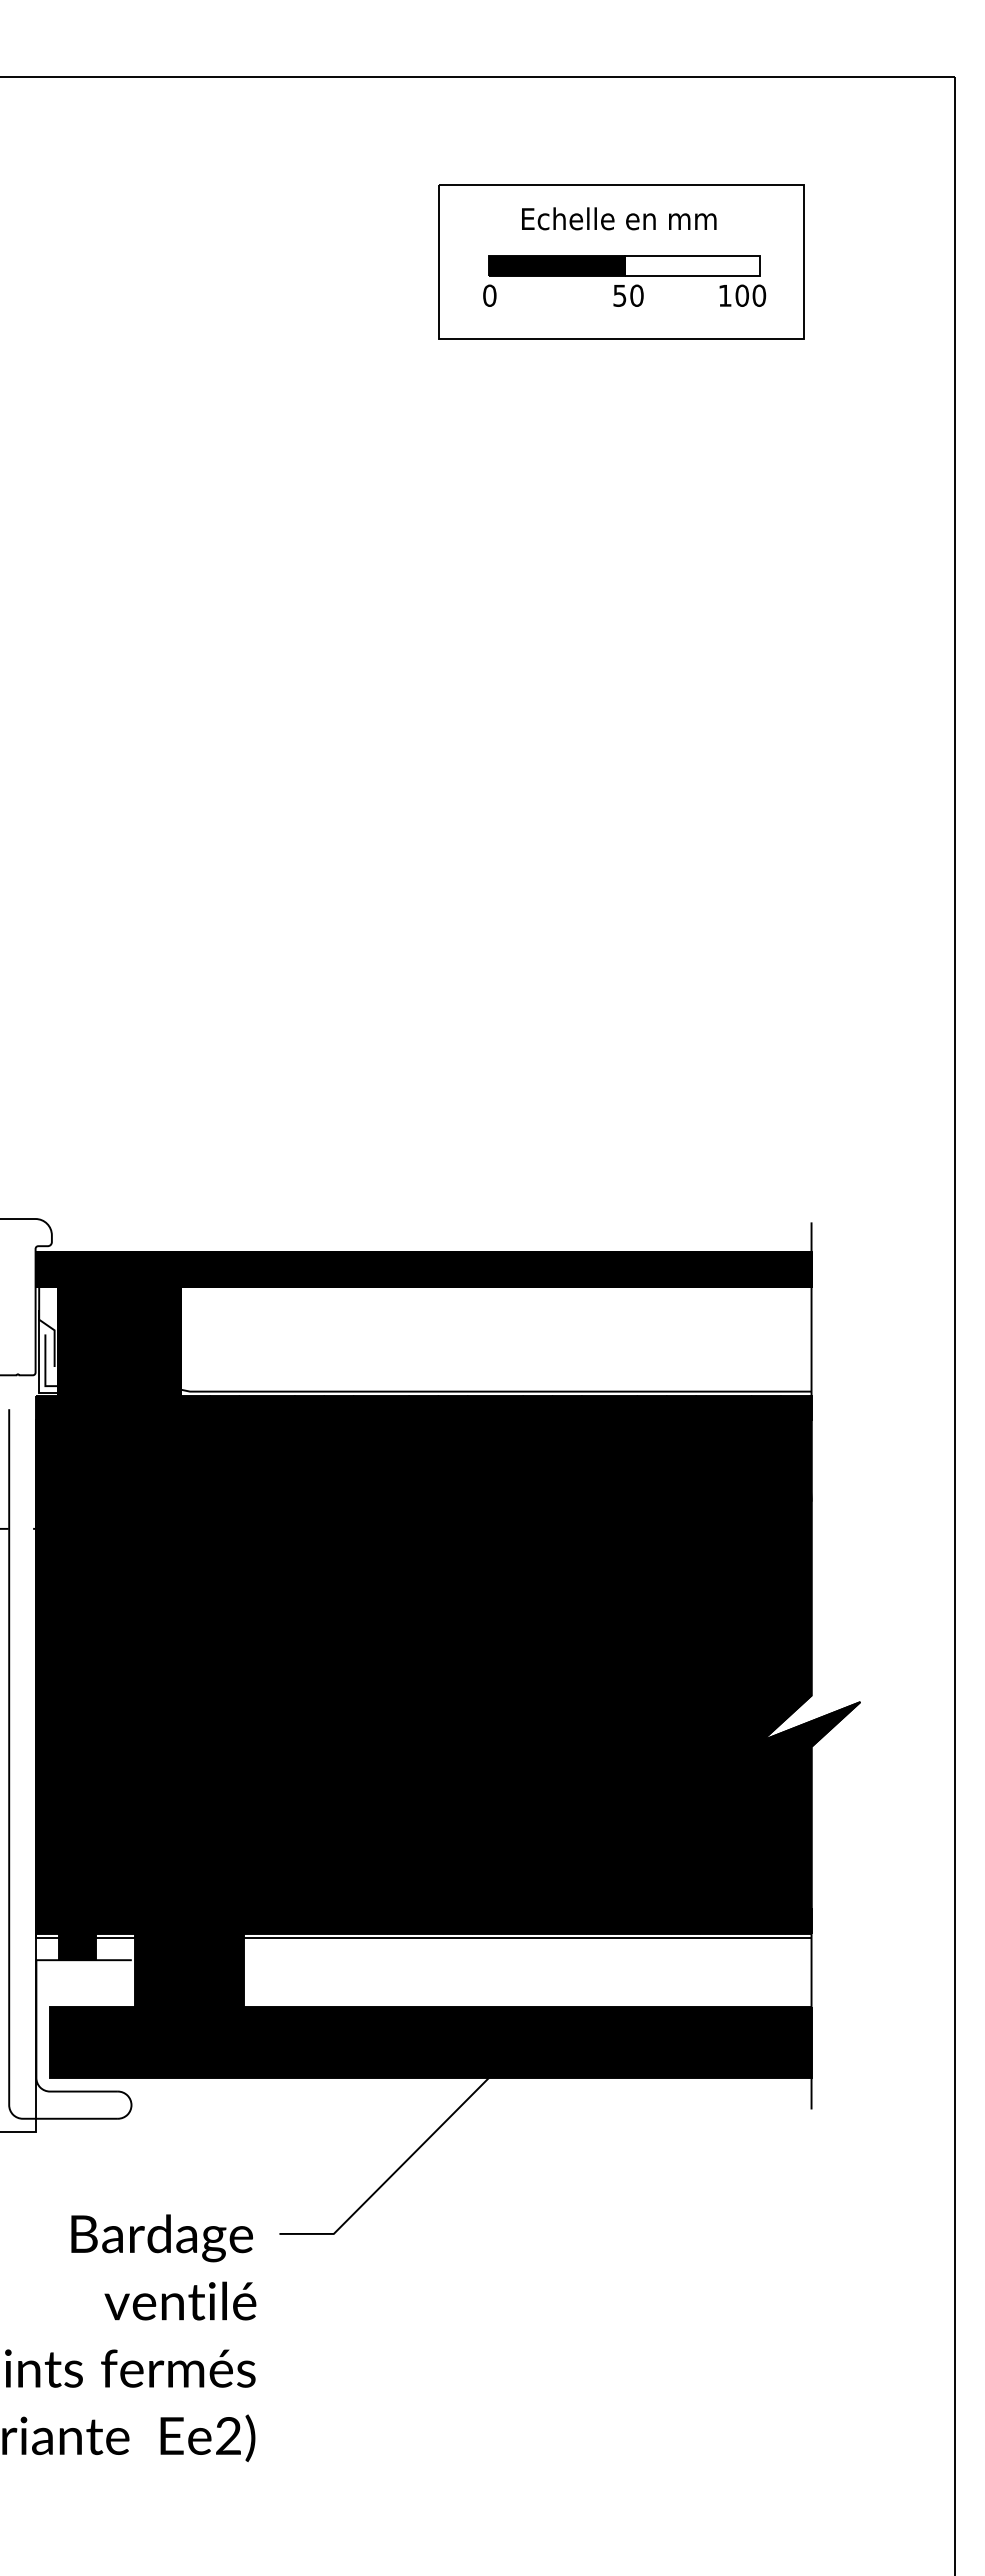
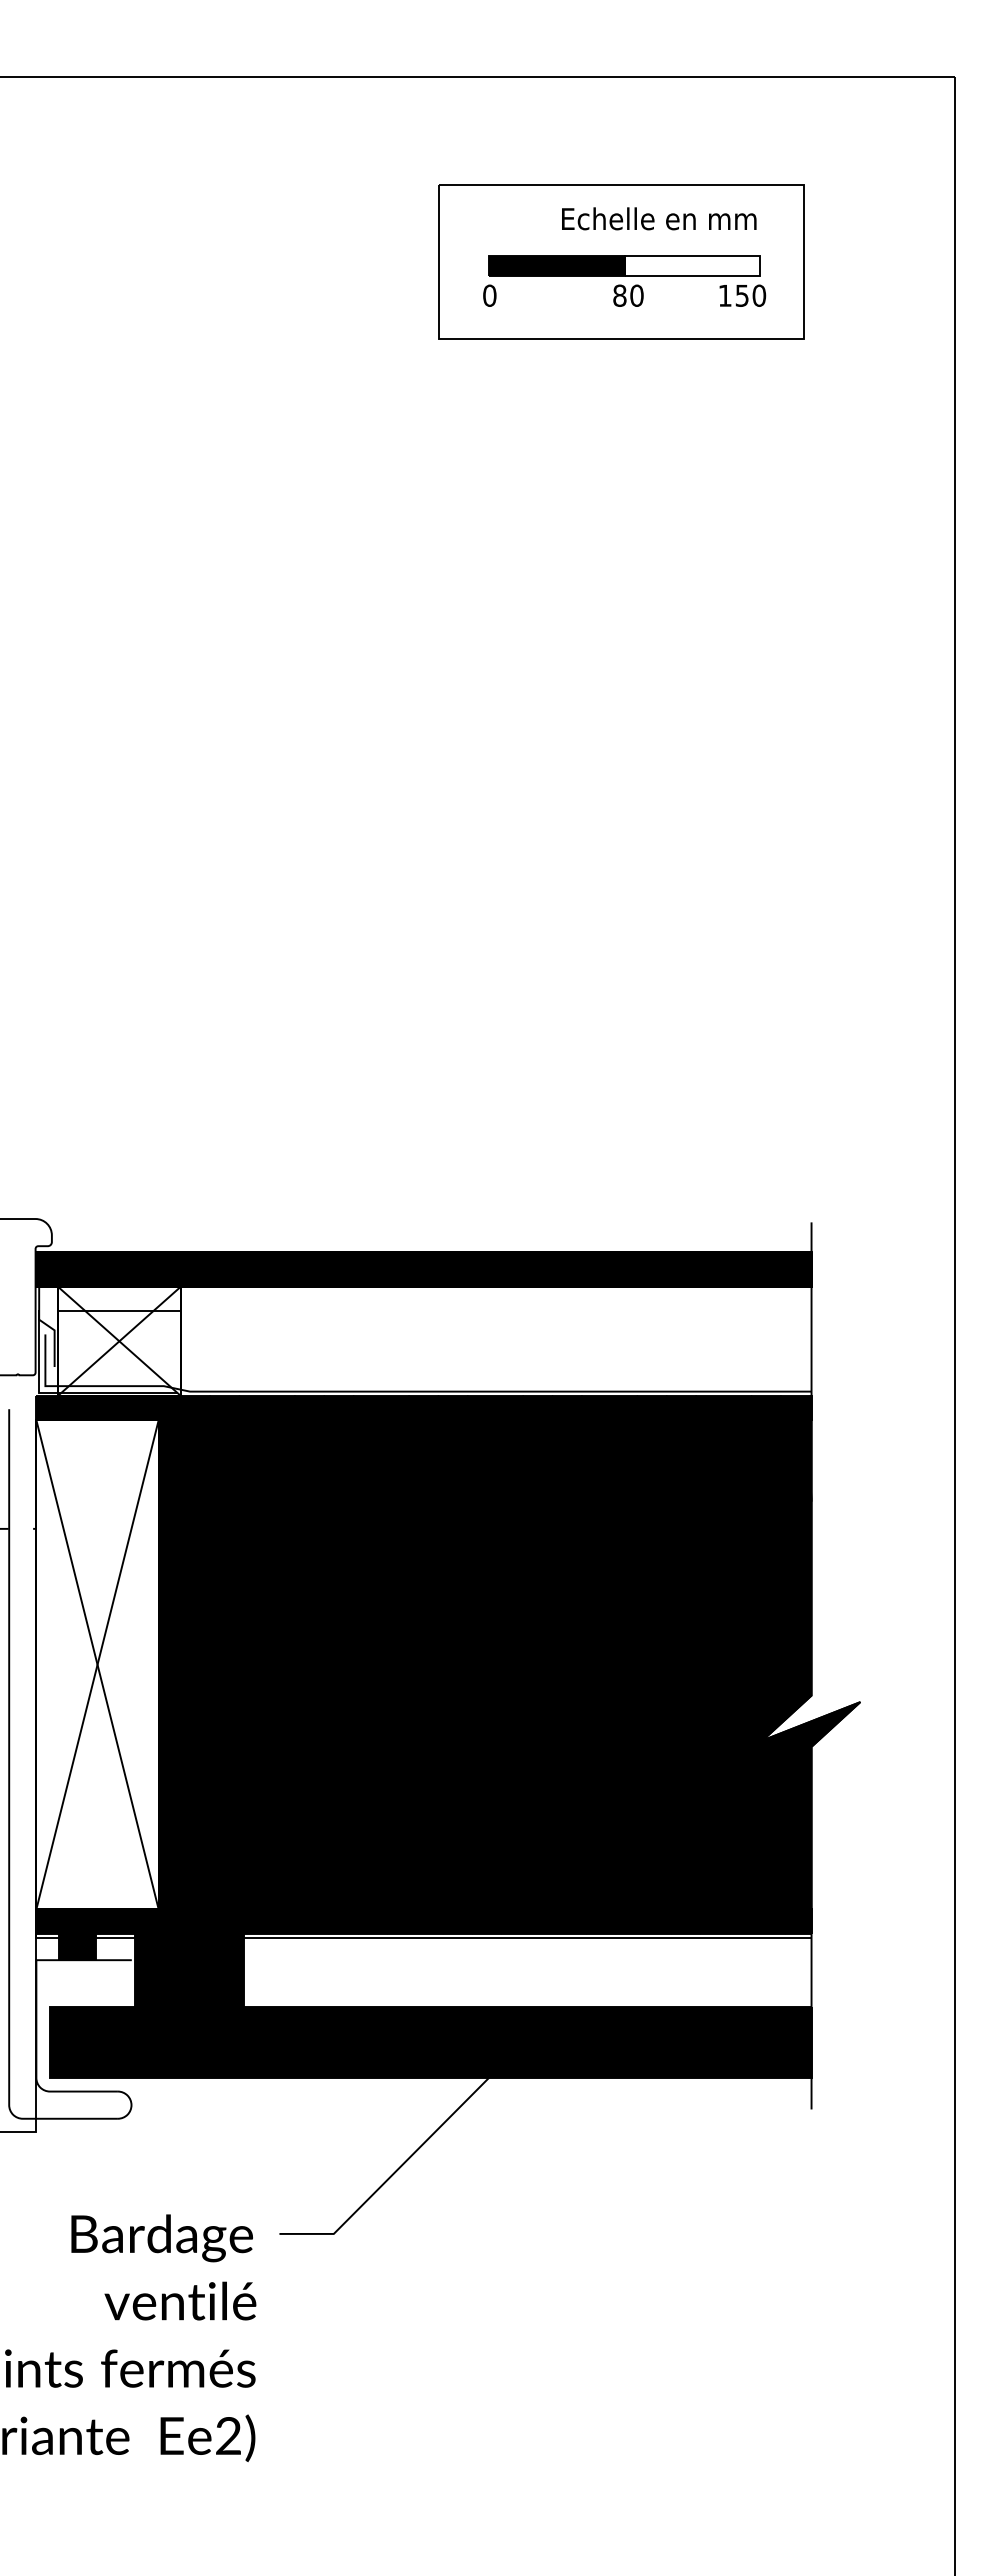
text at (619, 218) position: (619, 218) -> (659, 218)
text at (619, 295): 50 -> 80
text at (741, 295): 100 -> 150
fill at (119, 1340): present -> none
fill at (97, 1664): present -> none
